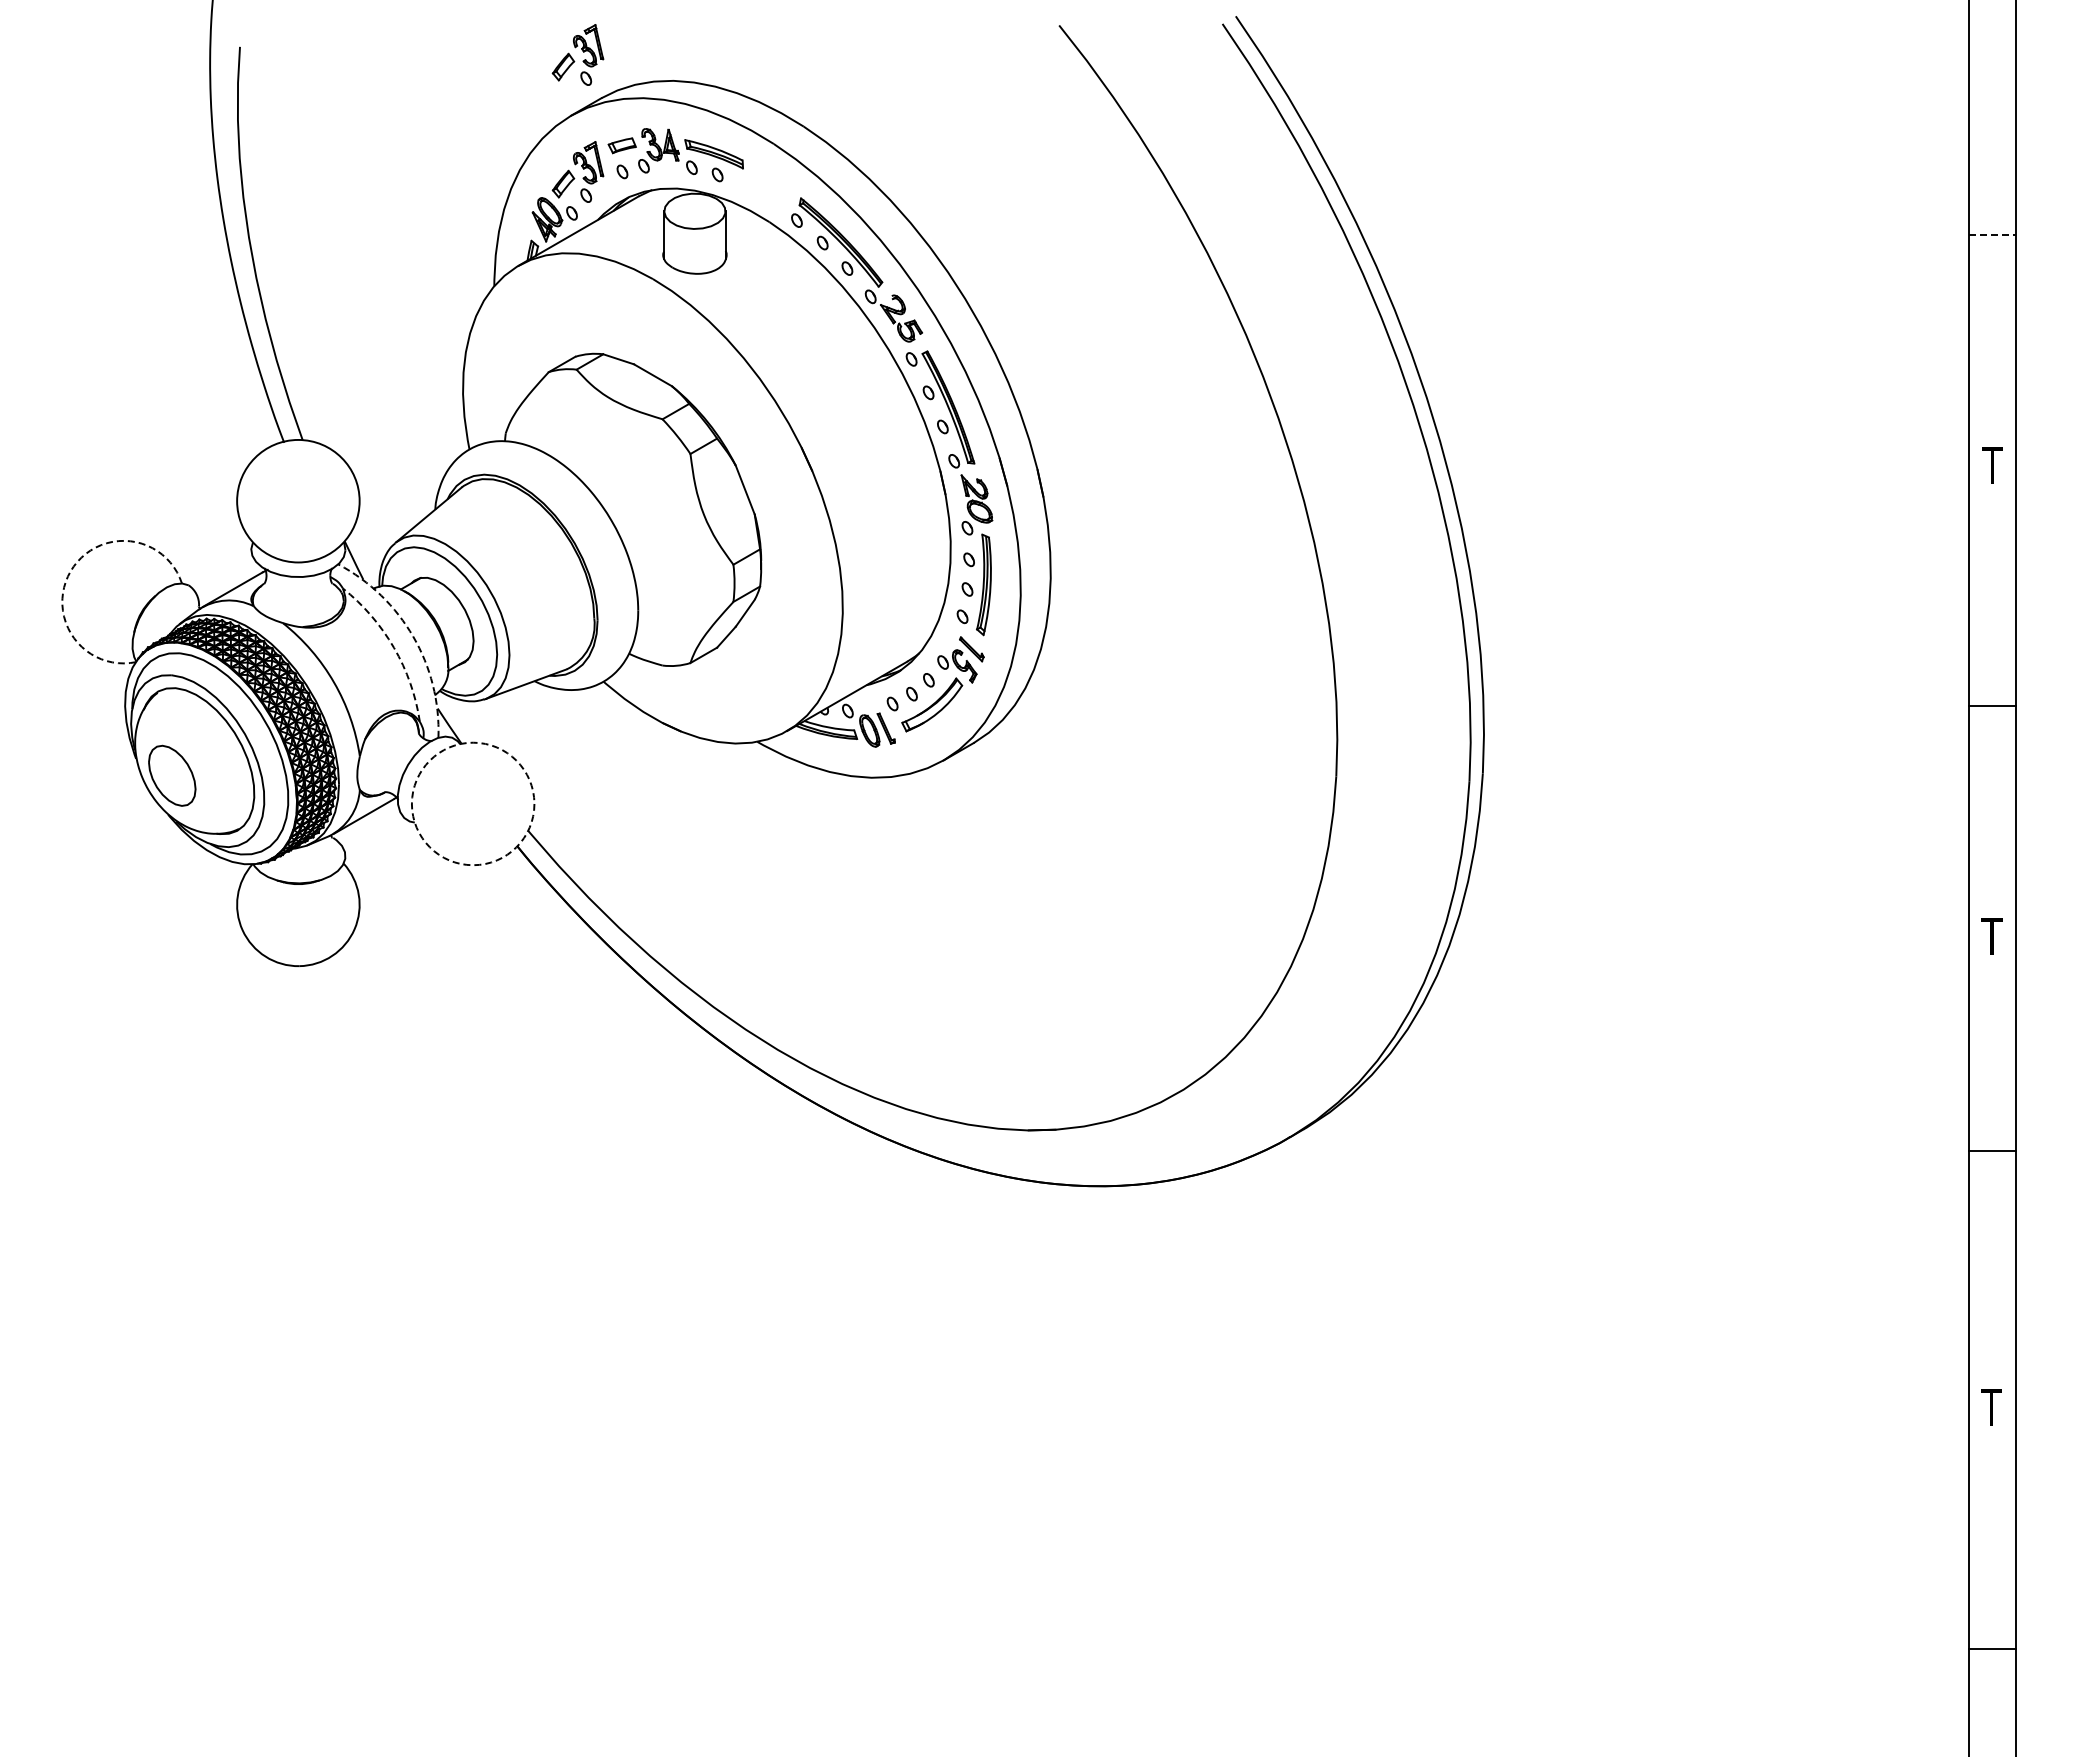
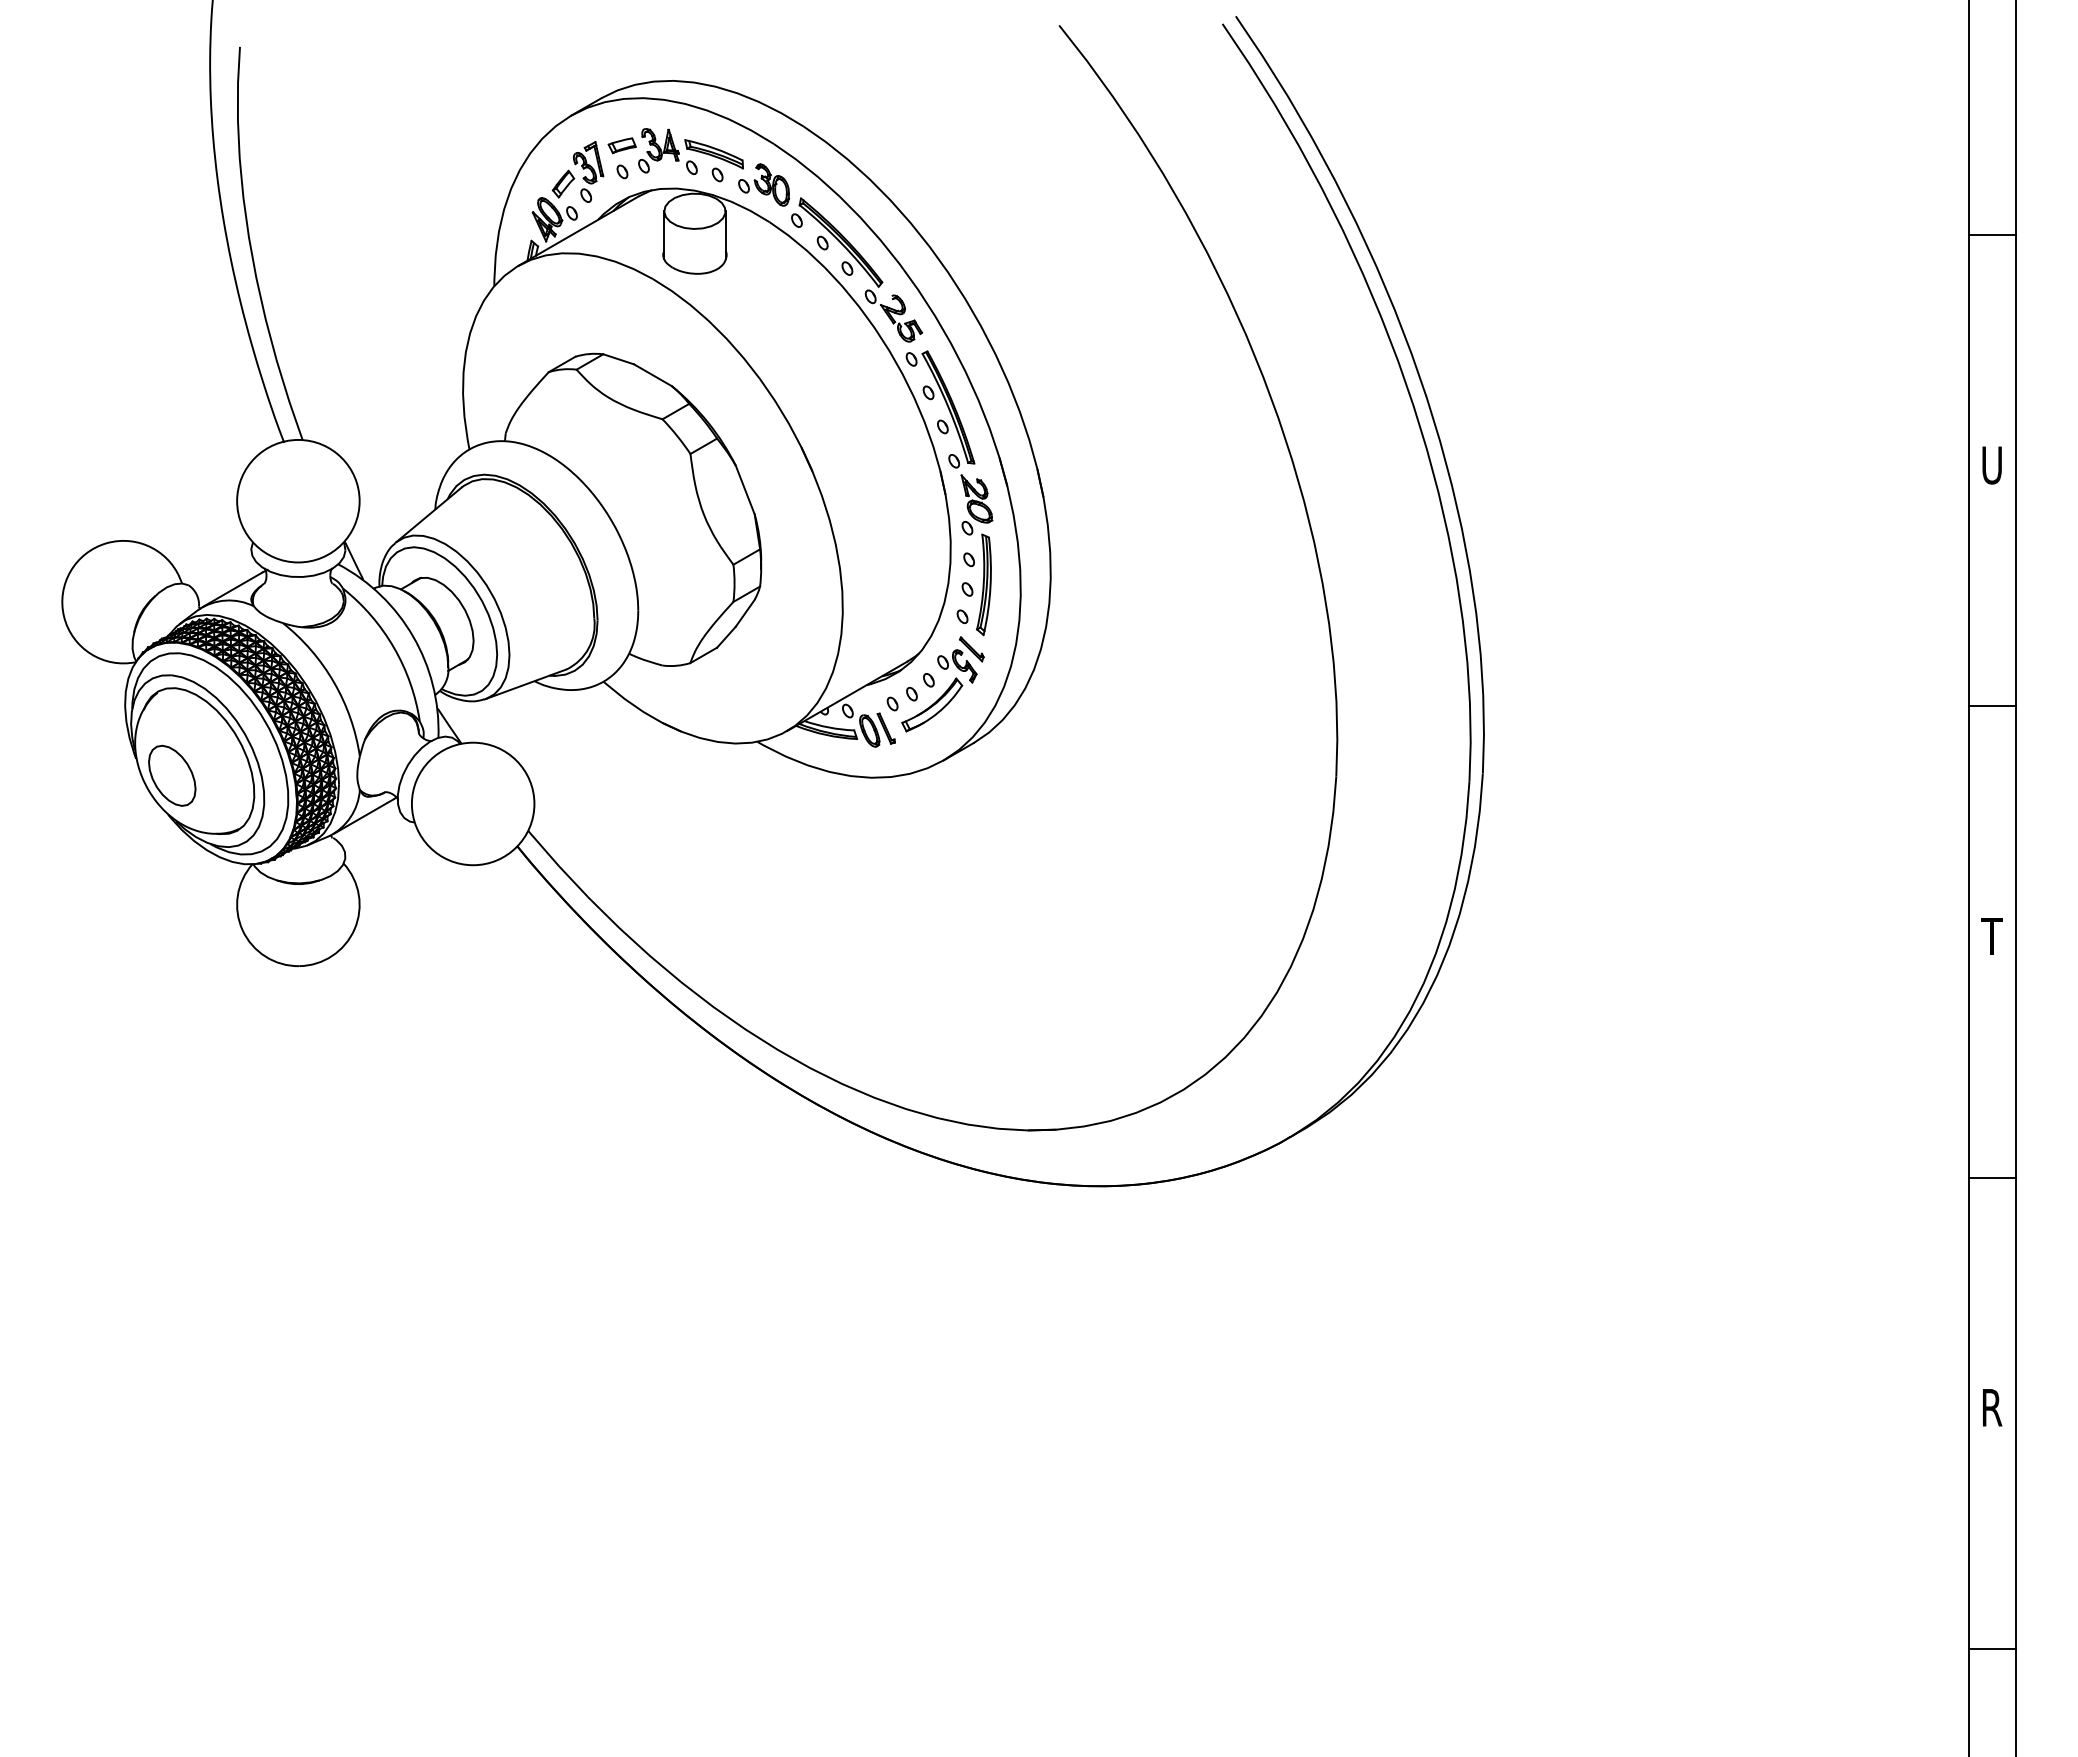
part at (577, 54): present -> none
part at (764, 184): none -> present
line at (1992, 235): dashed -> solid
text at (1992, 465): T -> U
arc at (70, 571): dashed -> solid
arc at (413, 636): dashed -> solid
arc at (394, 647): dashed -> solid
circle at (472, 803): dashed -> solid
line at (1991, 1150) position: (1991, 1150) -> (1991, 1177)
text at (1991, 1407): T -> R
